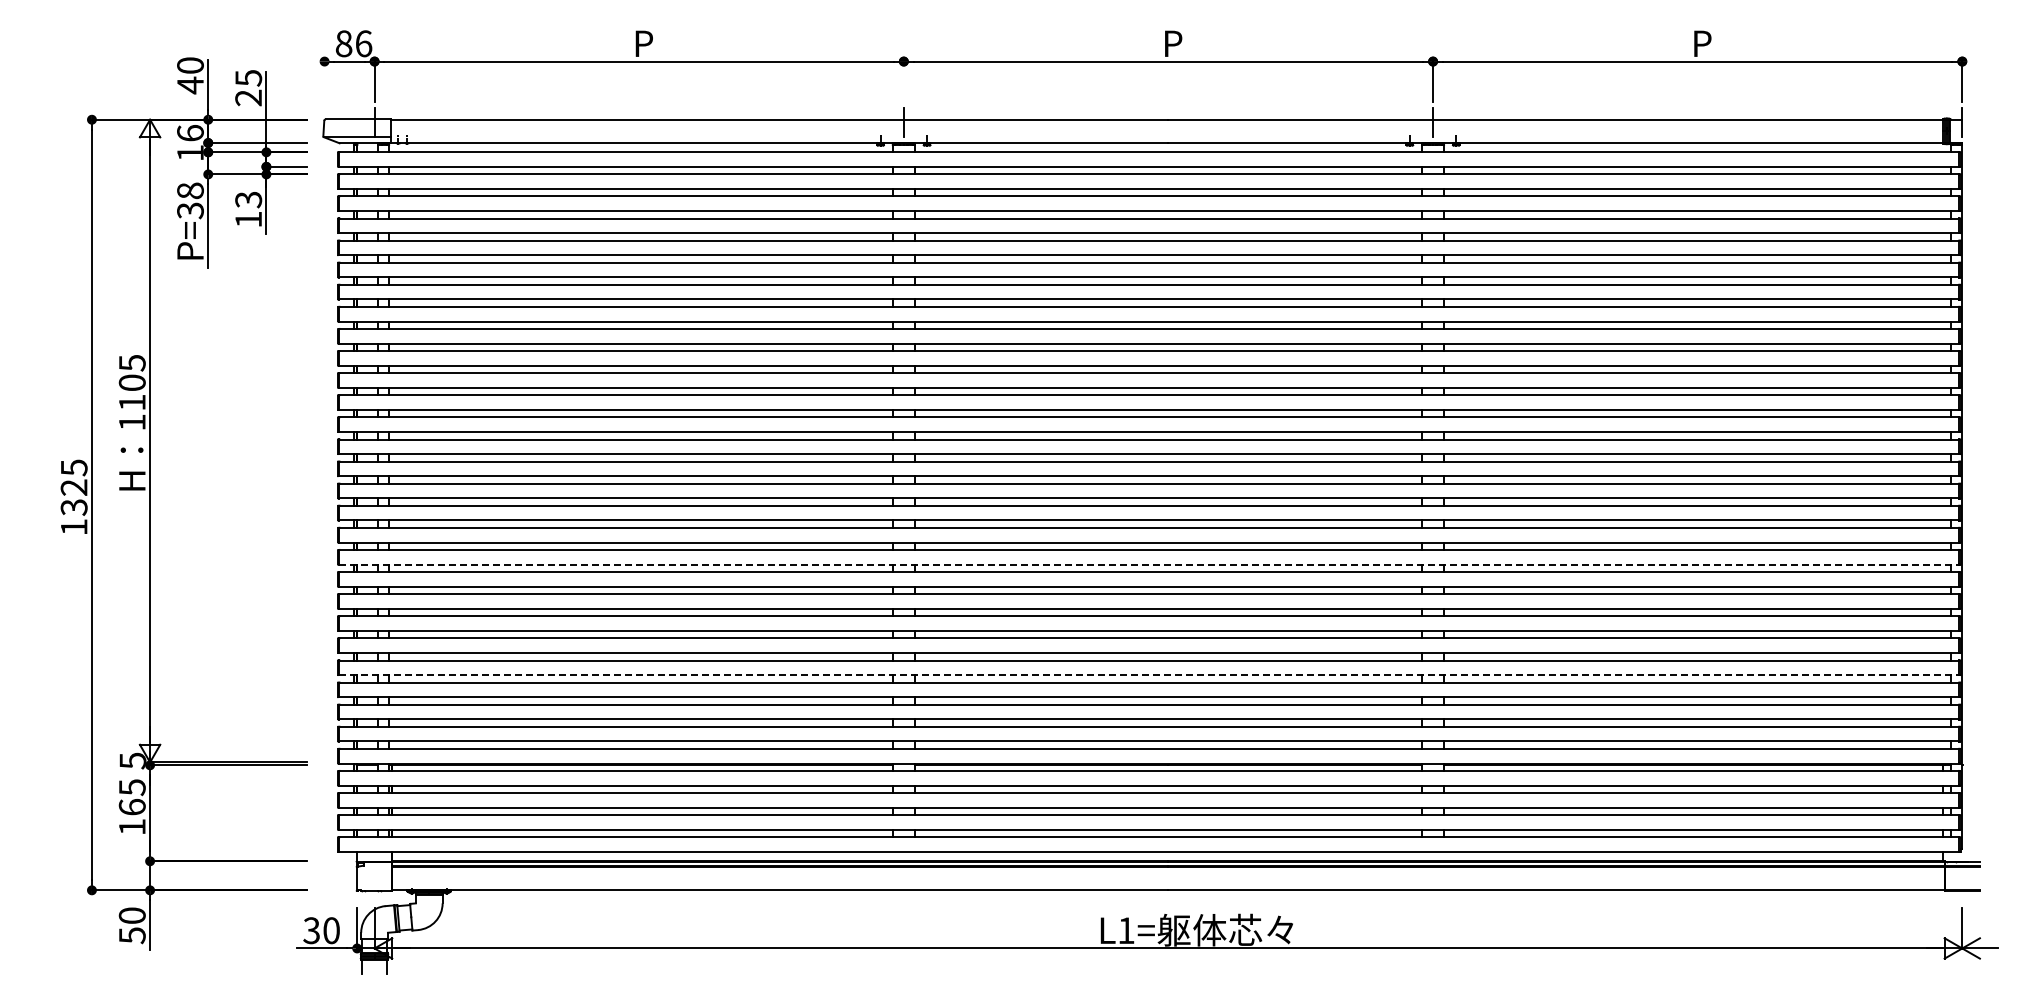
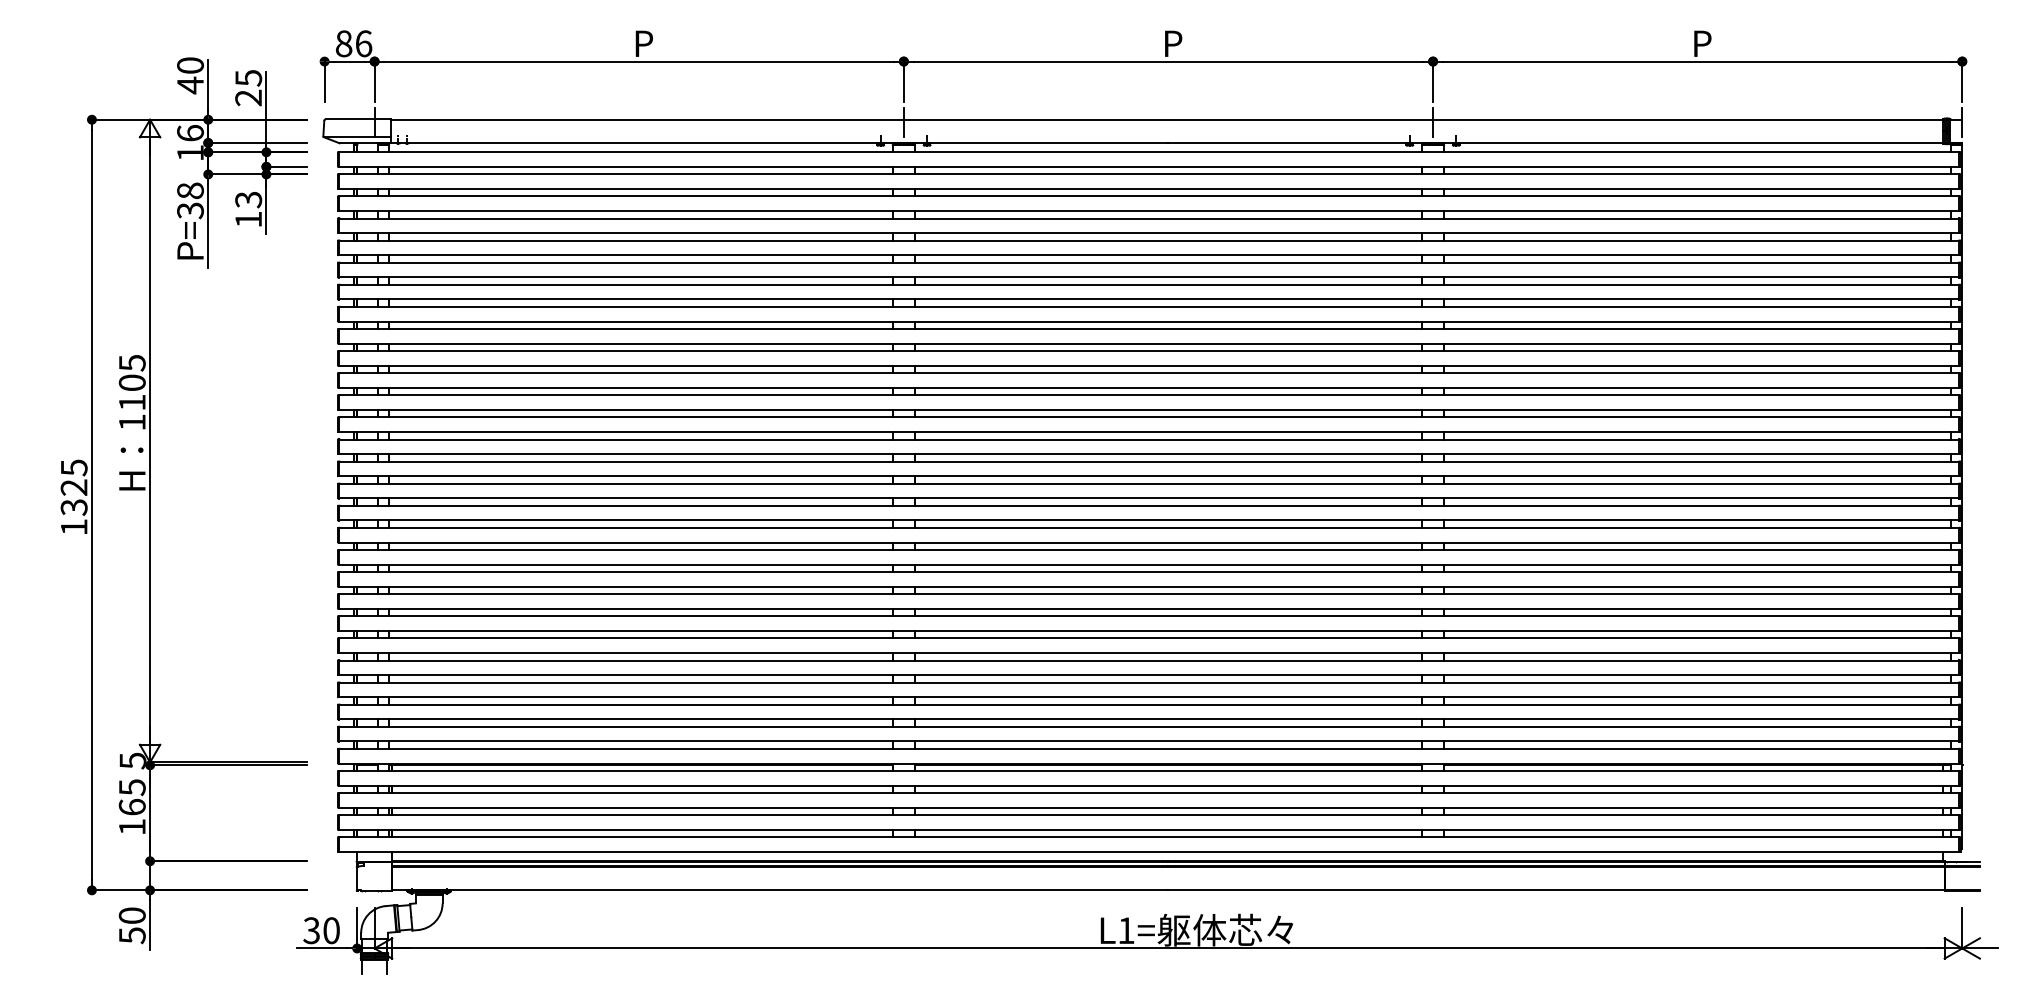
line at (324, 81): none -> present
line at (903, 81): none -> present
line at (1149, 564): dashed -> solid
line at (1149, 675): dashed -> solid
